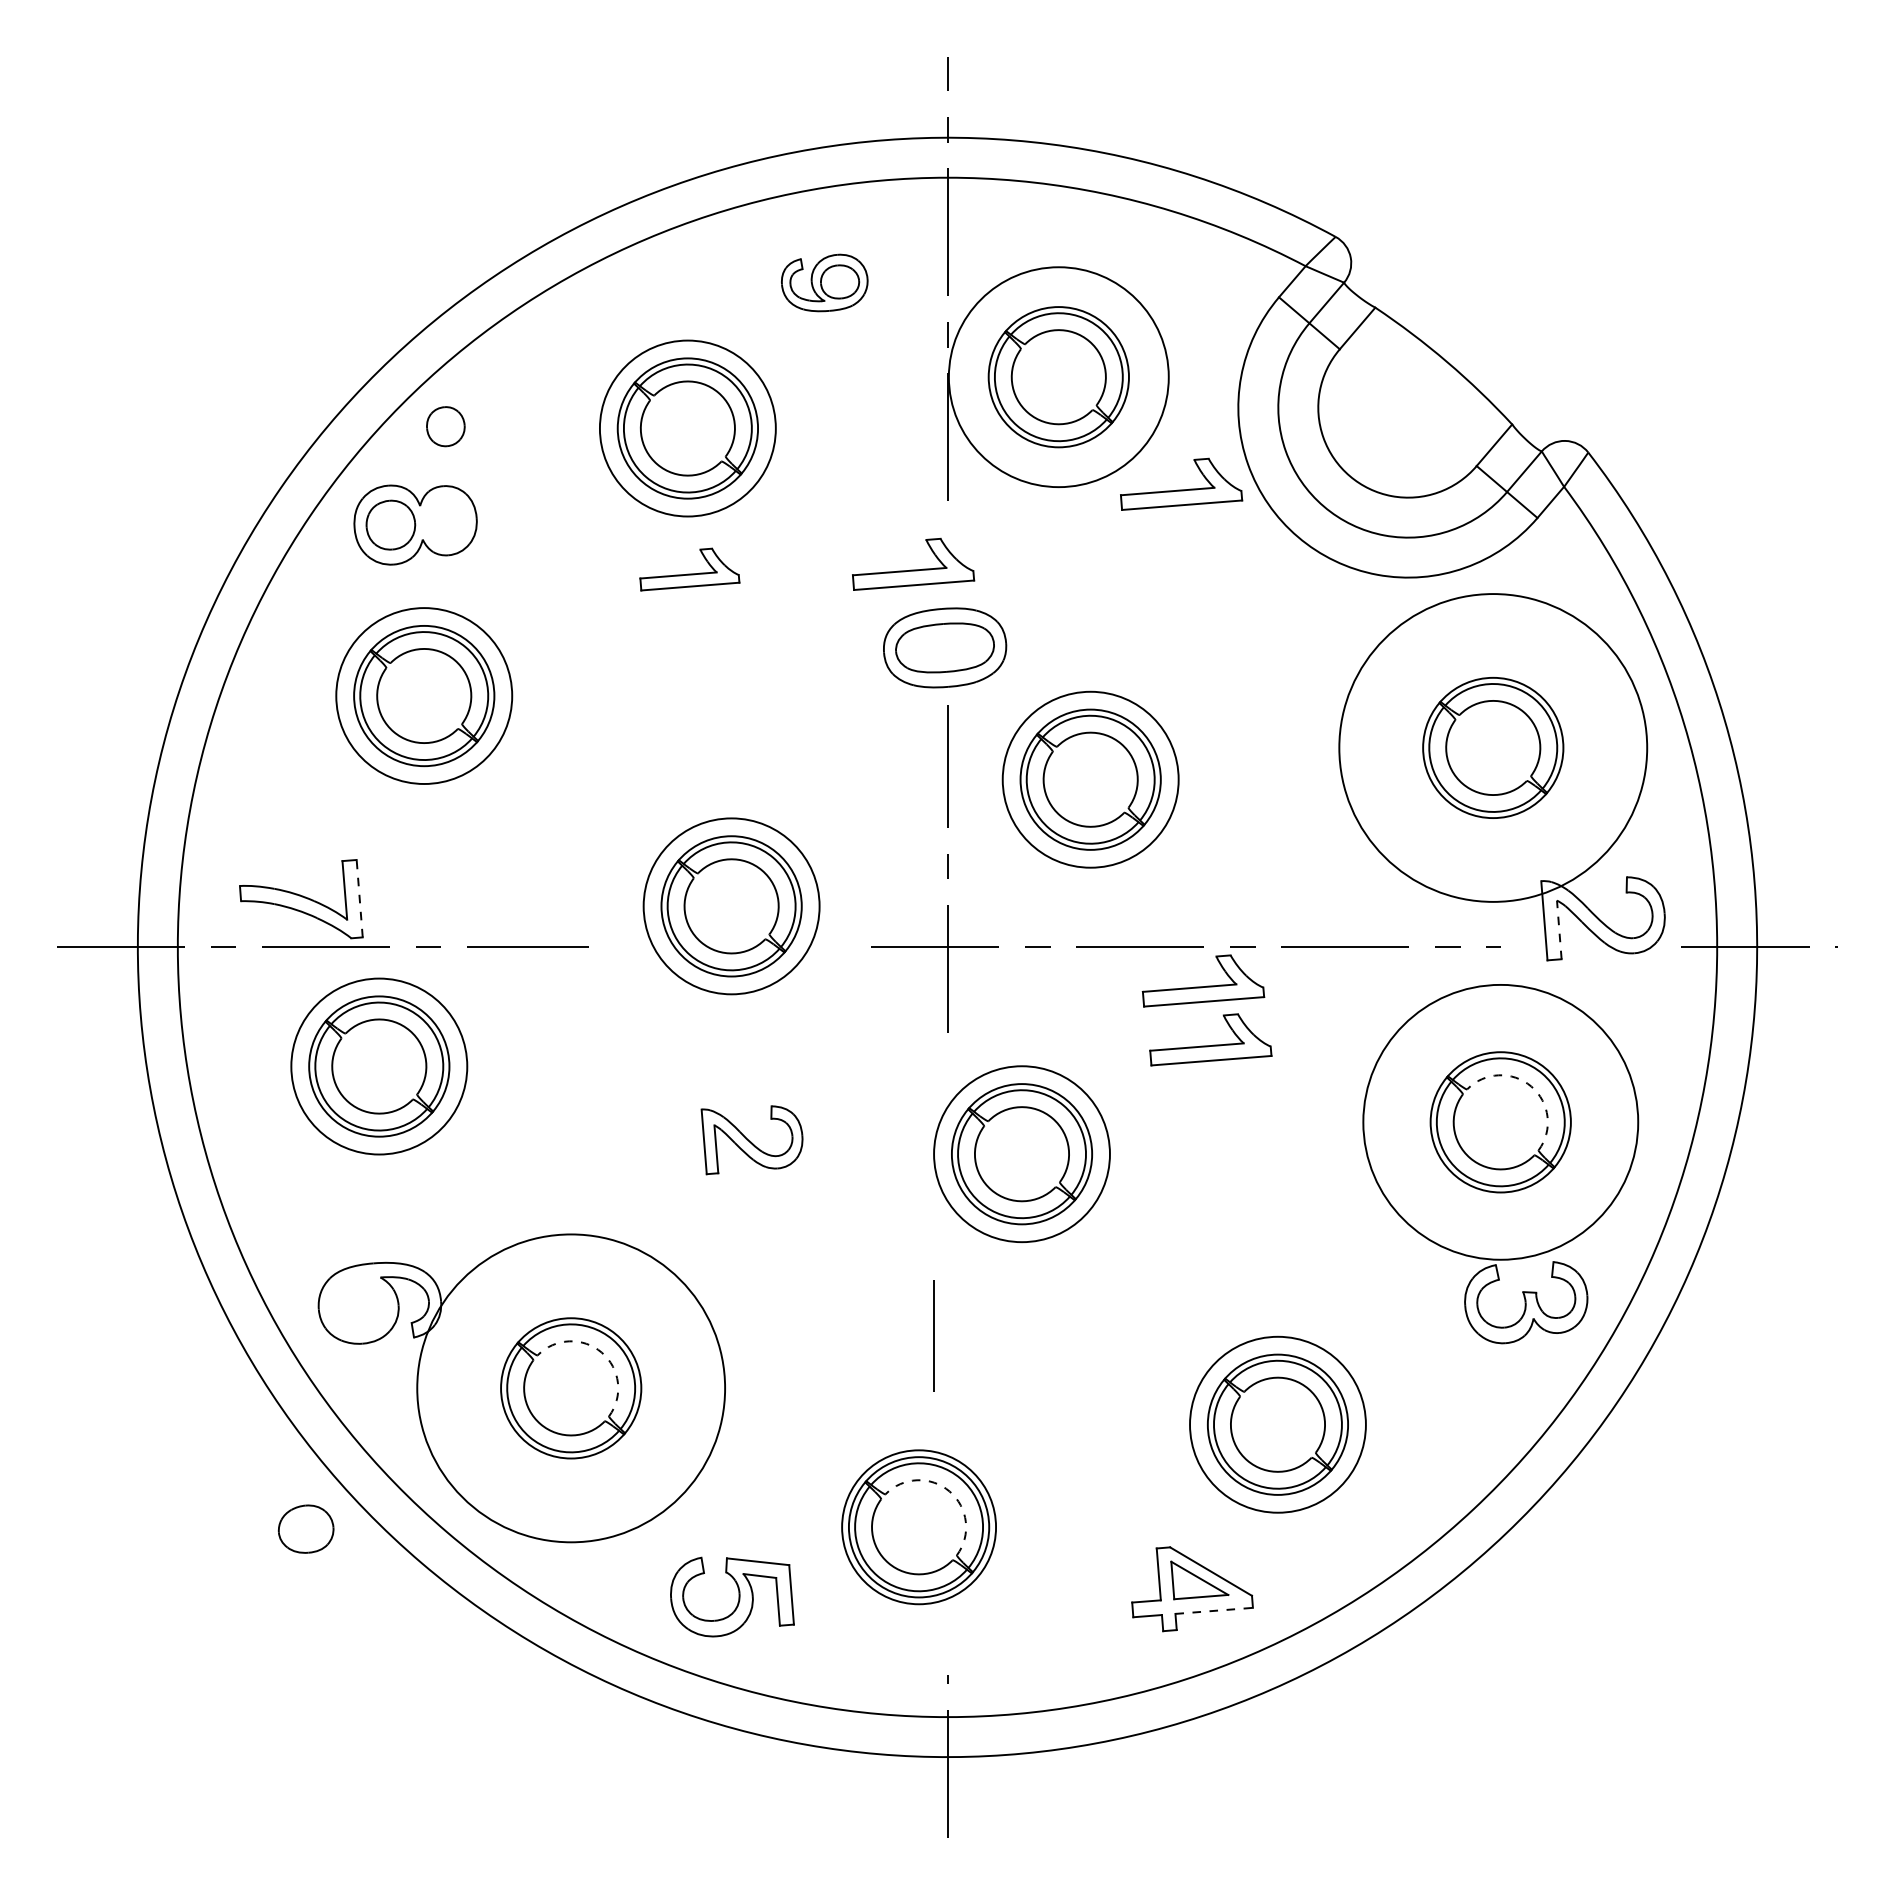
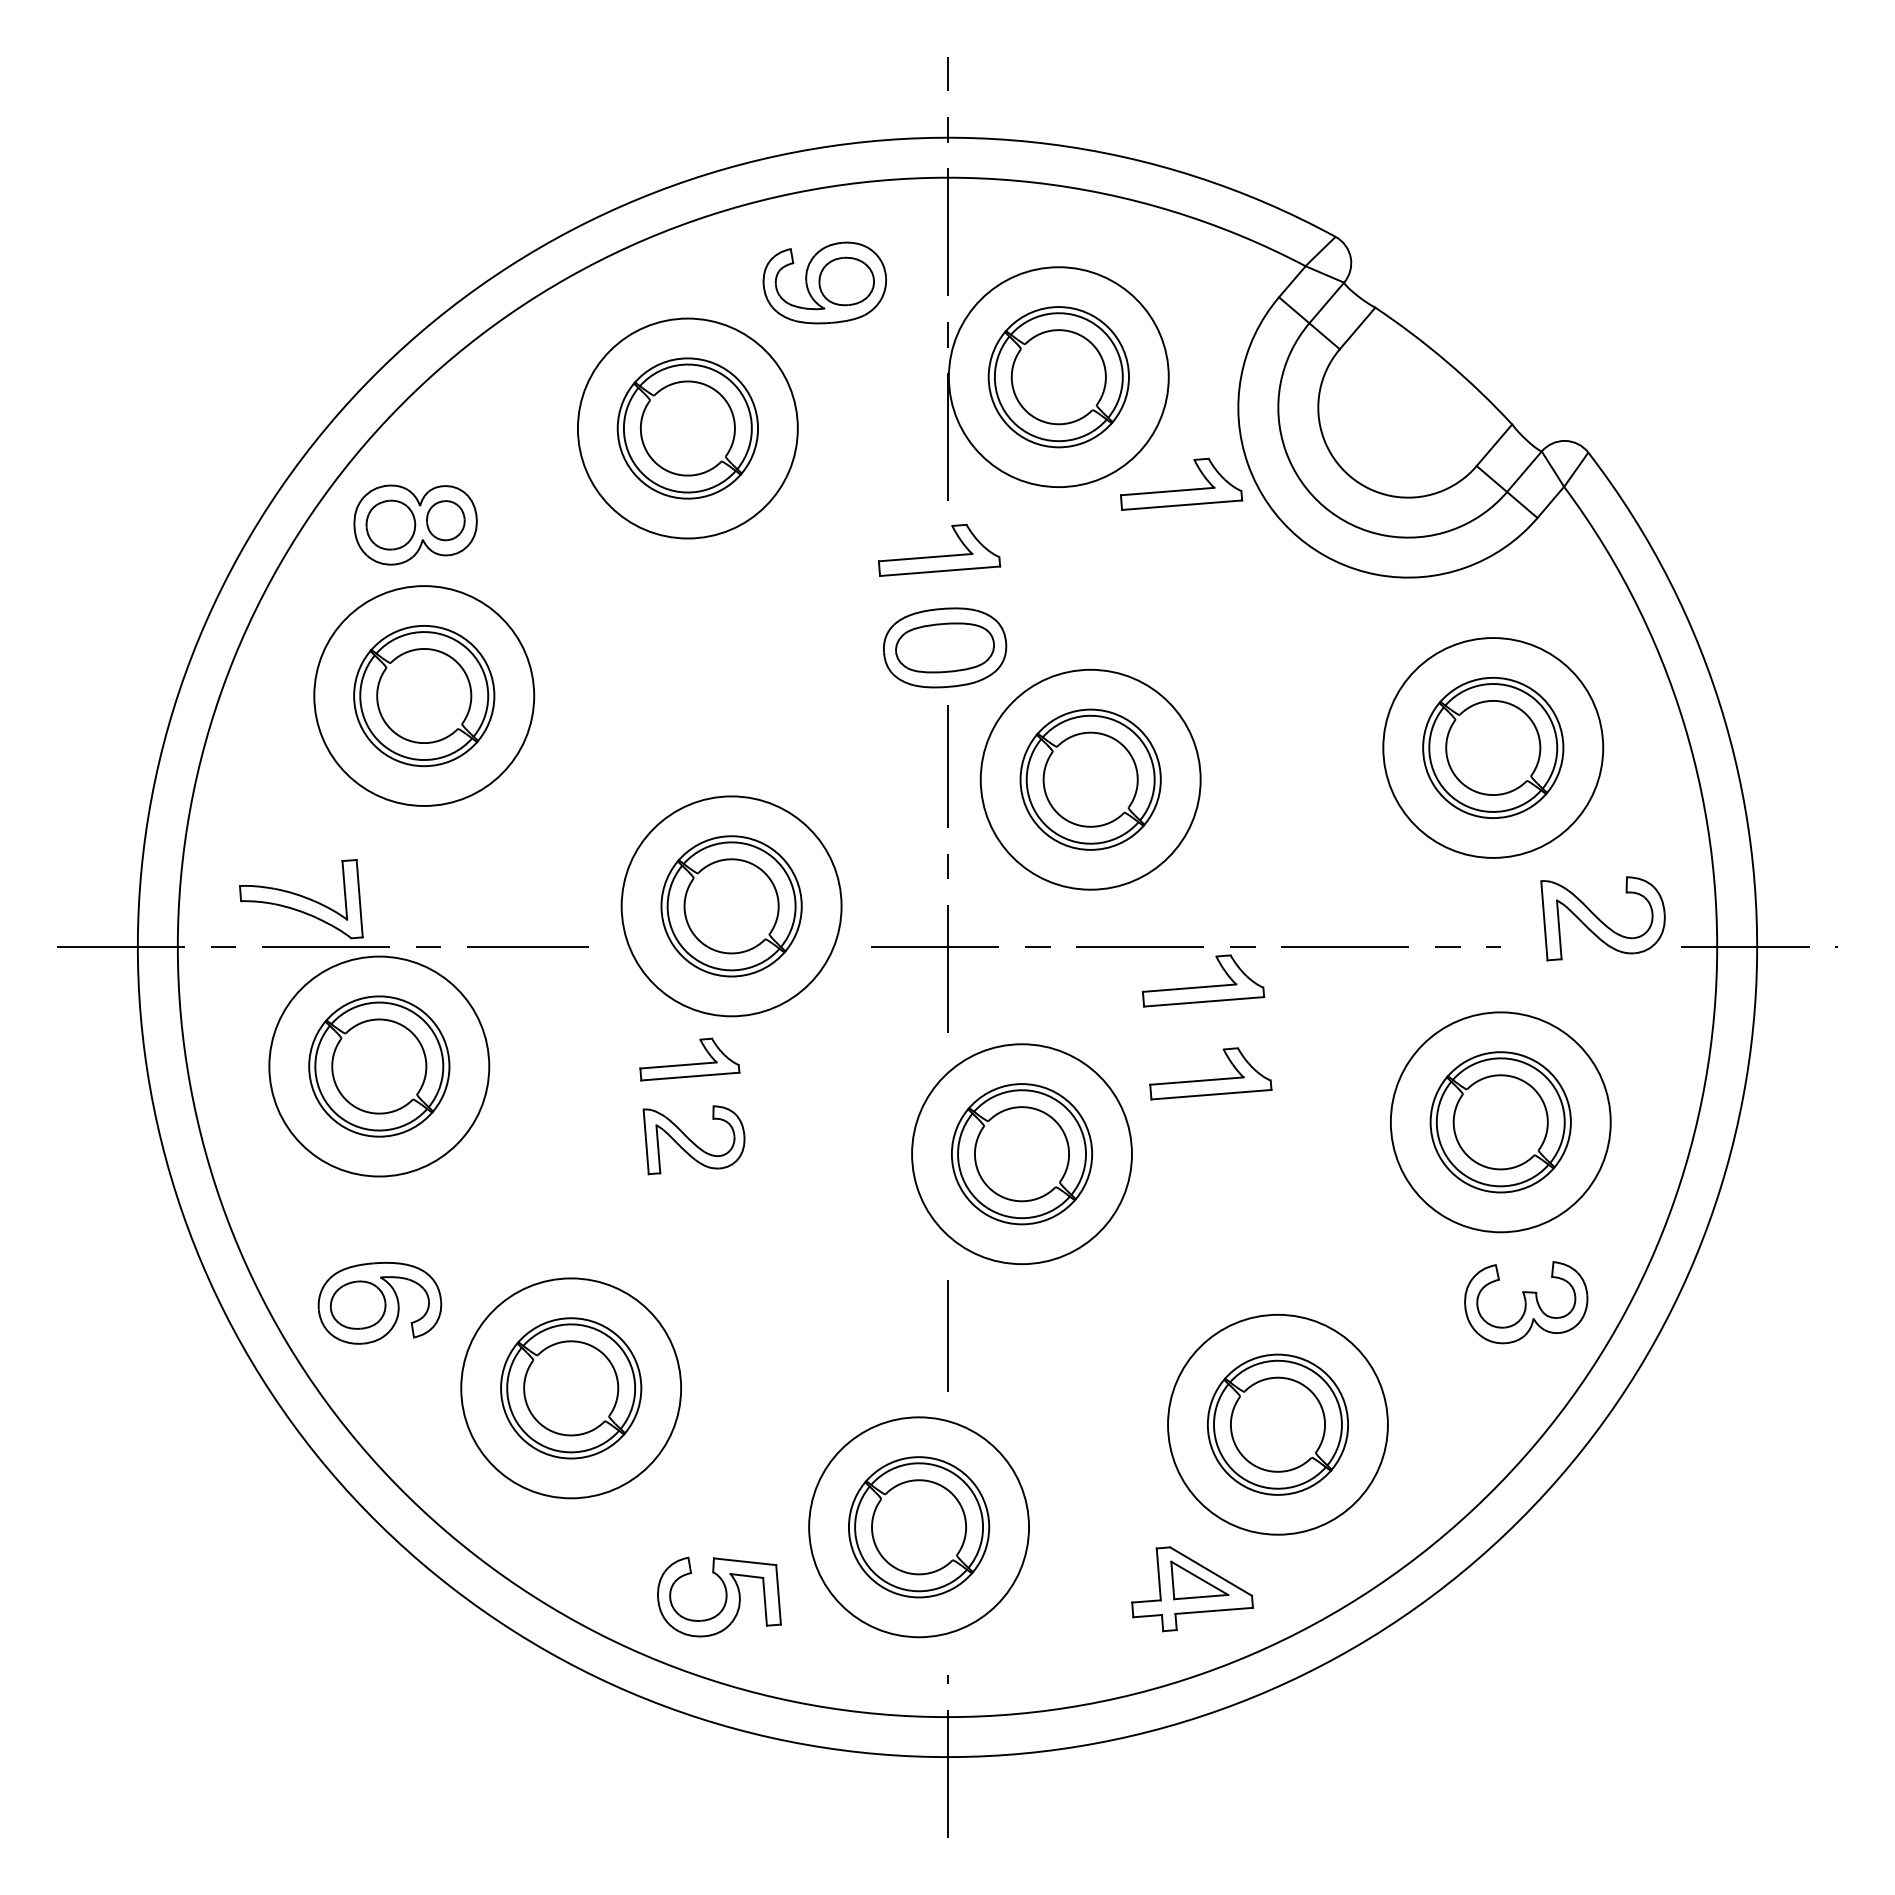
part at (824, 282) size: 88x60 px -> 125x84 px
part at (445, 426) position: (445, 426) -> (445, 520)
circle at (687, 428) diameter: 176 px -> 220 px
part at (913, 563) position: (913, 563) -> (939, 549)
part at (689, 569) position: (689, 569) -> (689, 1059)
circle at (424, 696) diameter: 176 px -> 220 px
circle at (1493, 747) diameter: 308 px -> 220 px
circle at (1090, 779) diameter: 176 px -> 220 px
line at (359, 898): dashed -> solid
circle at (731, 906) diameter: 176 px -> 220 px
line at (1559, 929): dashed -> solid
part at (1210, 1039) position: (1210, 1039) -> (1210, 1073)
circle at (379, 1066) diameter: 176 px -> 220 px
arc at (1531, 1086): dashed -> solid
circle at (1500, 1121) diameter: 275 px -> 220 px
part at (751, 1140) position: (751, 1140) -> (693, 1140)
circle at (1021, 1154) diameter: 176 px -> 220 px
line at (933, 1335) position: (933, 1335) -> (947, 1335)
arc at (601, 1352): dashed -> solid
circle at (571, 1388) diameter: 308 px -> 220 px
circle at (1277, 1424) diameter: 176 px -> 220 px
arc at (949, 1491): dashed -> solid
circle at (919, 1527) diameter: 154 px -> 220 px
part at (305, 1528) position: (305, 1528) -> (357, 1304)
part at (732, 1596) position: (732, 1596) -> (719, 1596)
line at (1214, 1610): dashed -> solid
